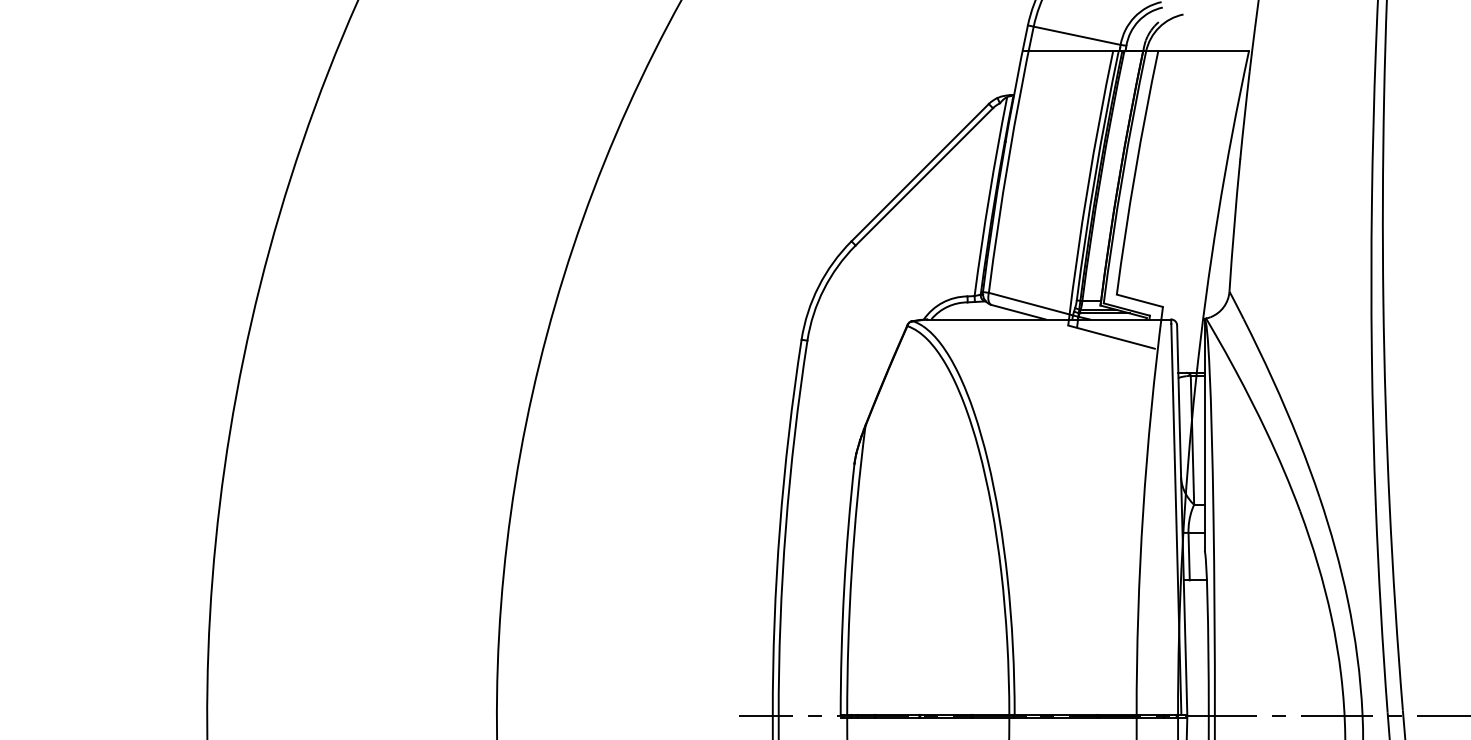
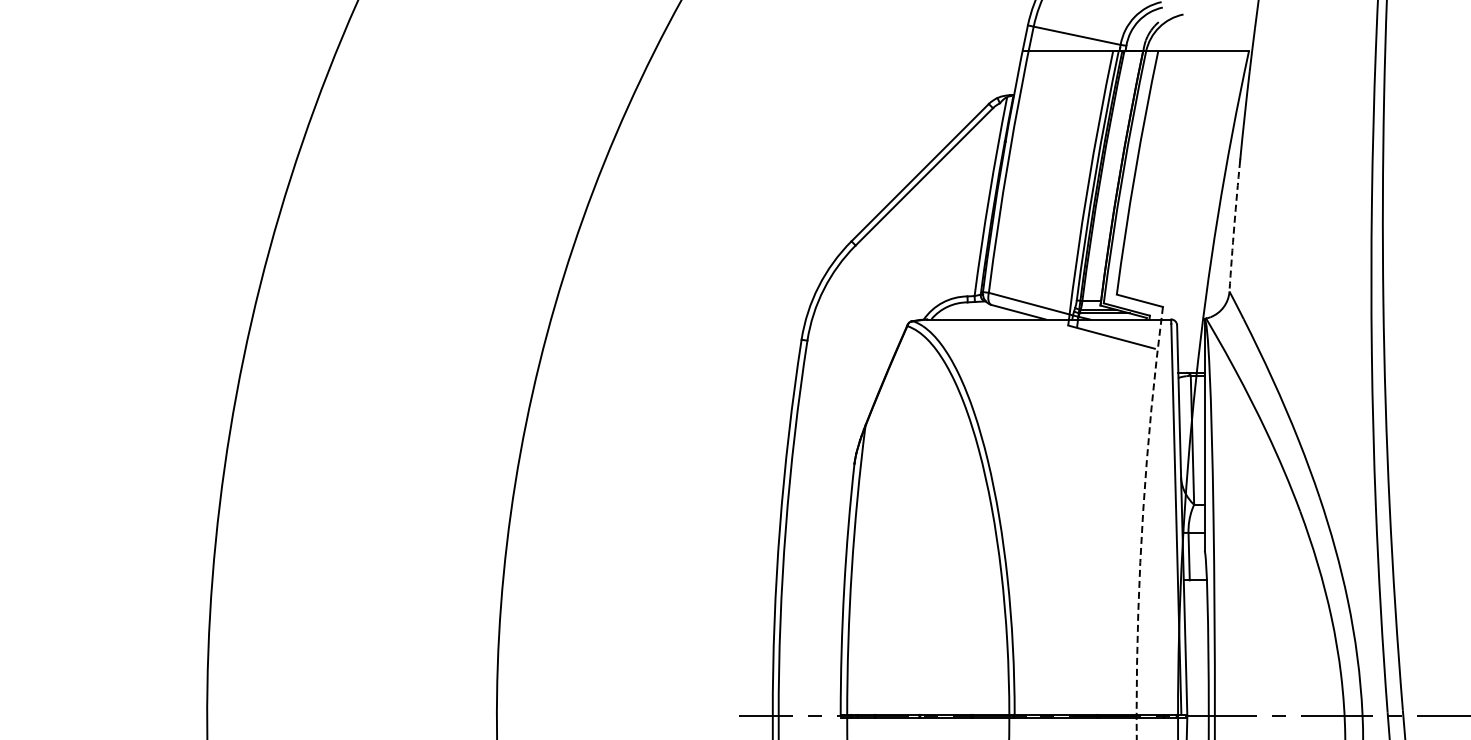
arc at (1234, 226): solid -> dashed
arc at (1142, 523): solid -> dashed
